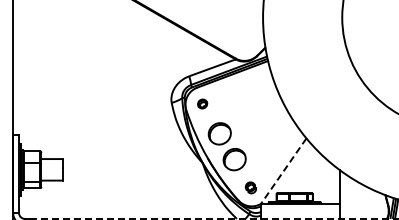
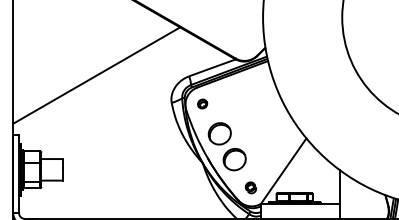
line at (96, 75): none -> present
line at (283, 171): dashed -> solid
line at (215, 218): dashed -> solid
